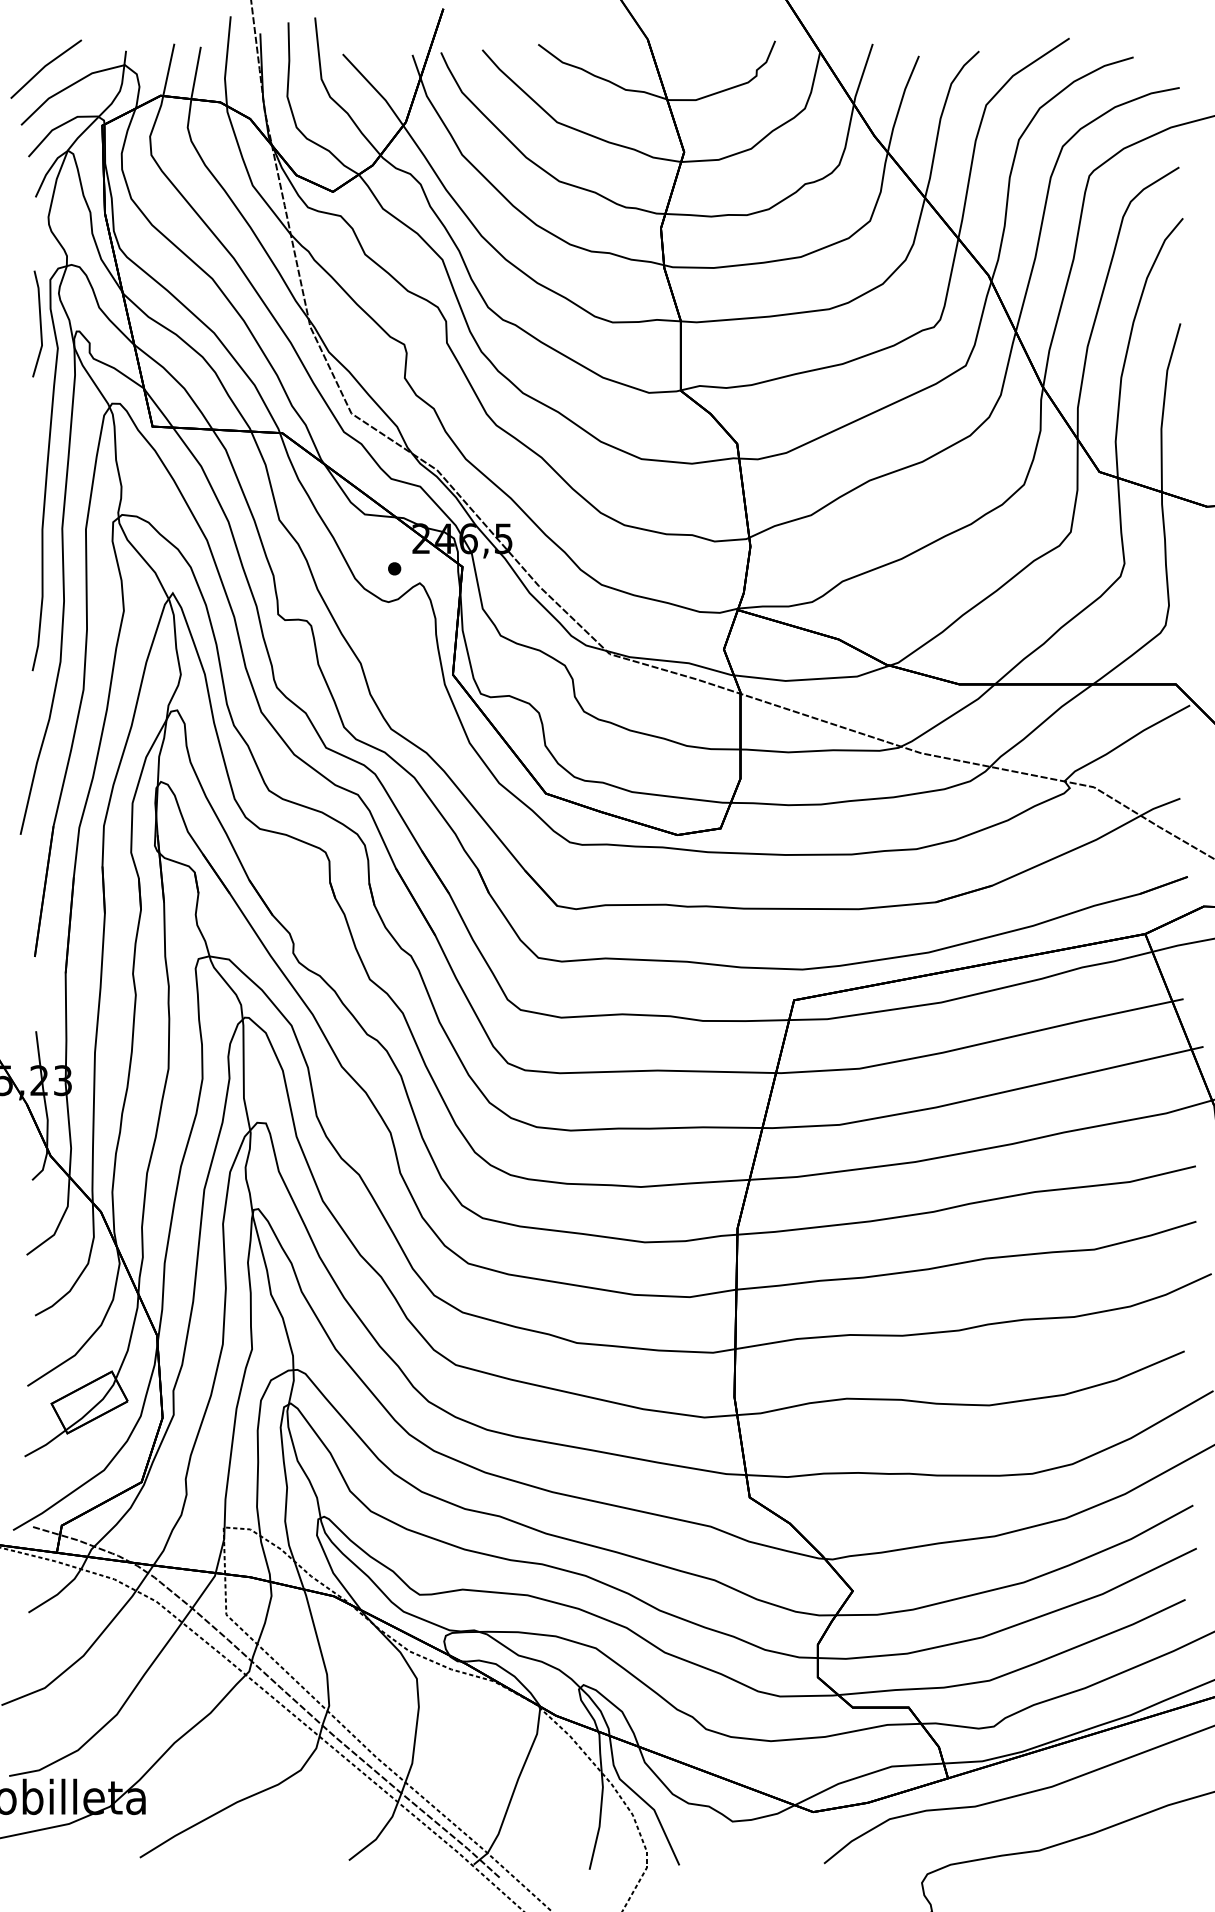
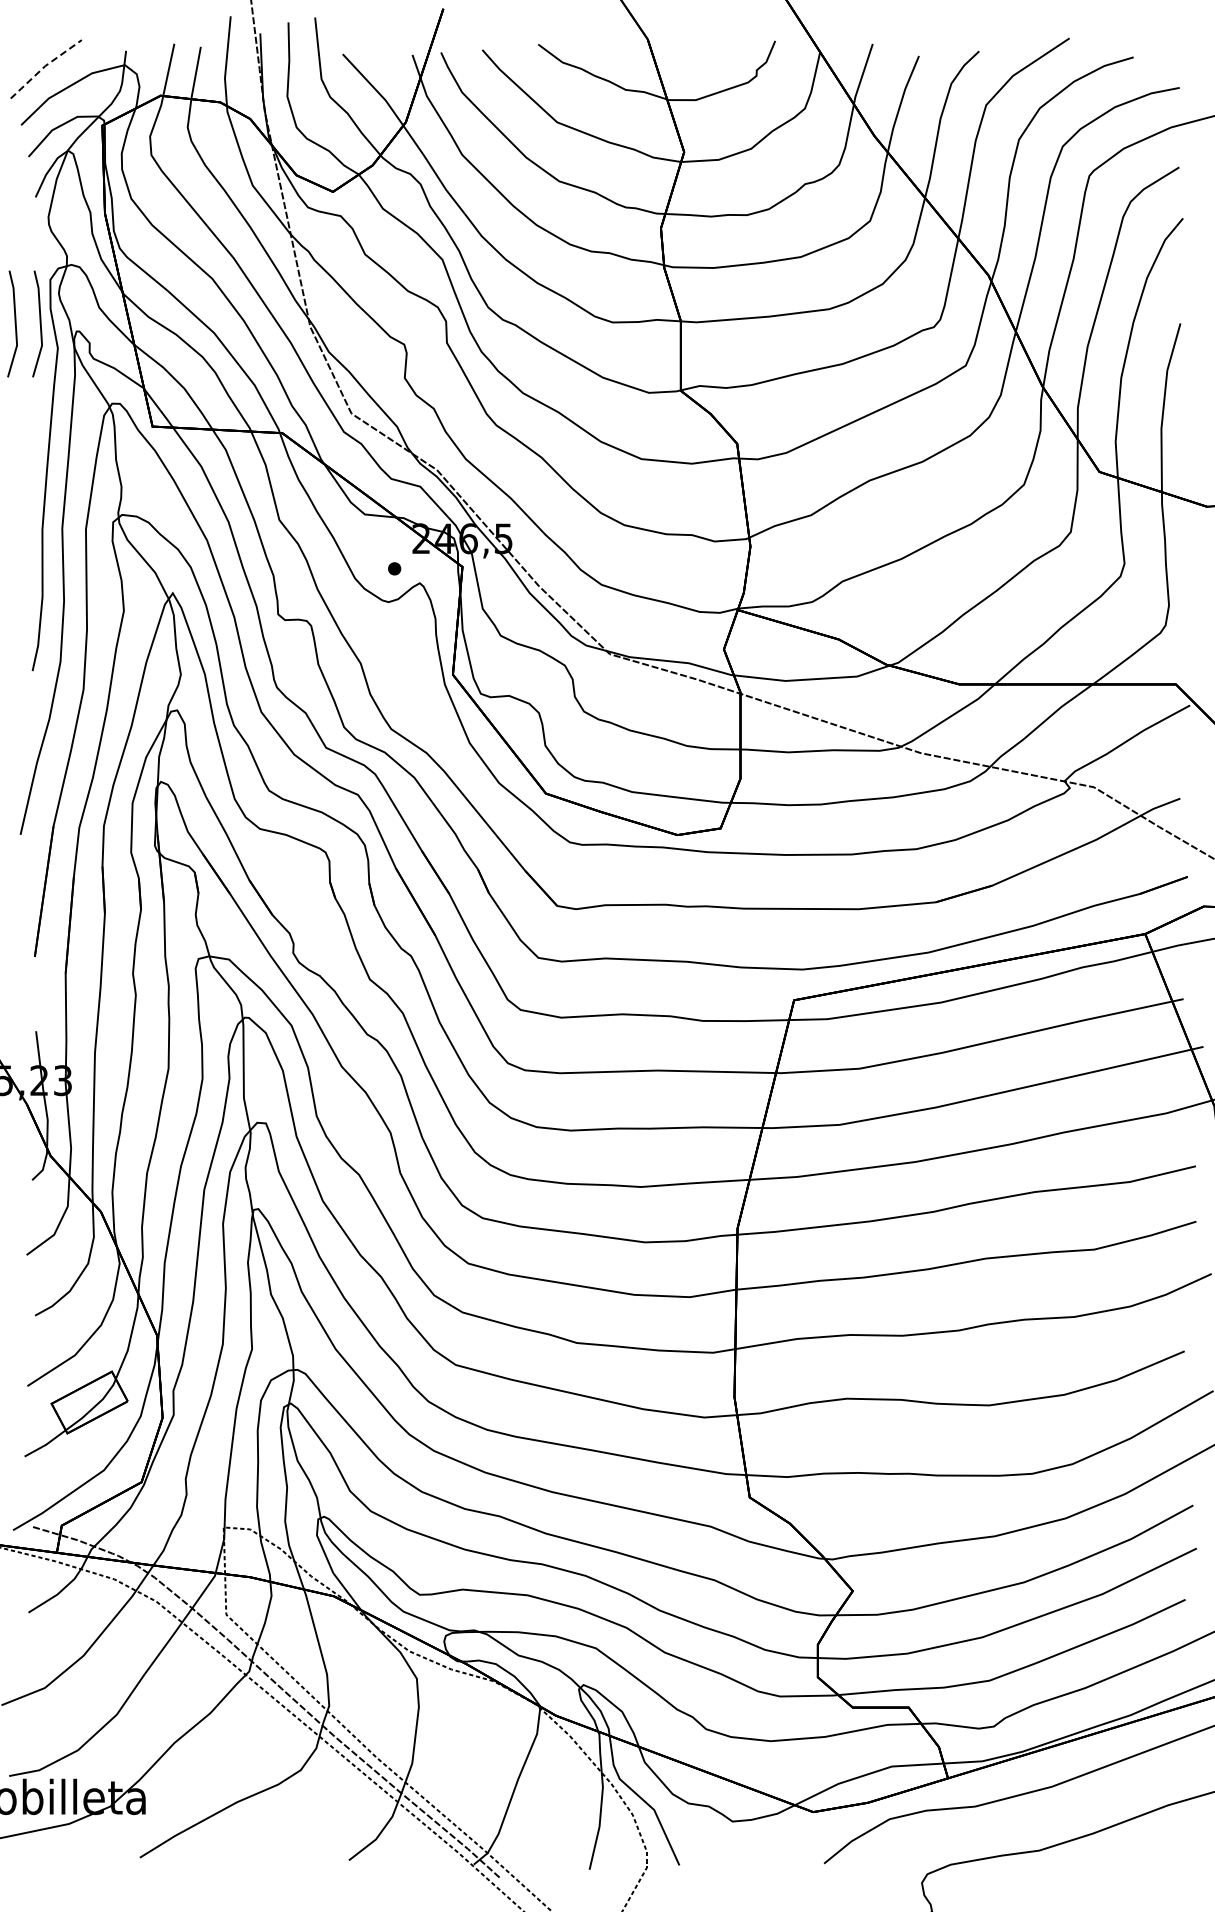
line at (44, 66): solid -> dashed
line at (14, 323): none -> present
